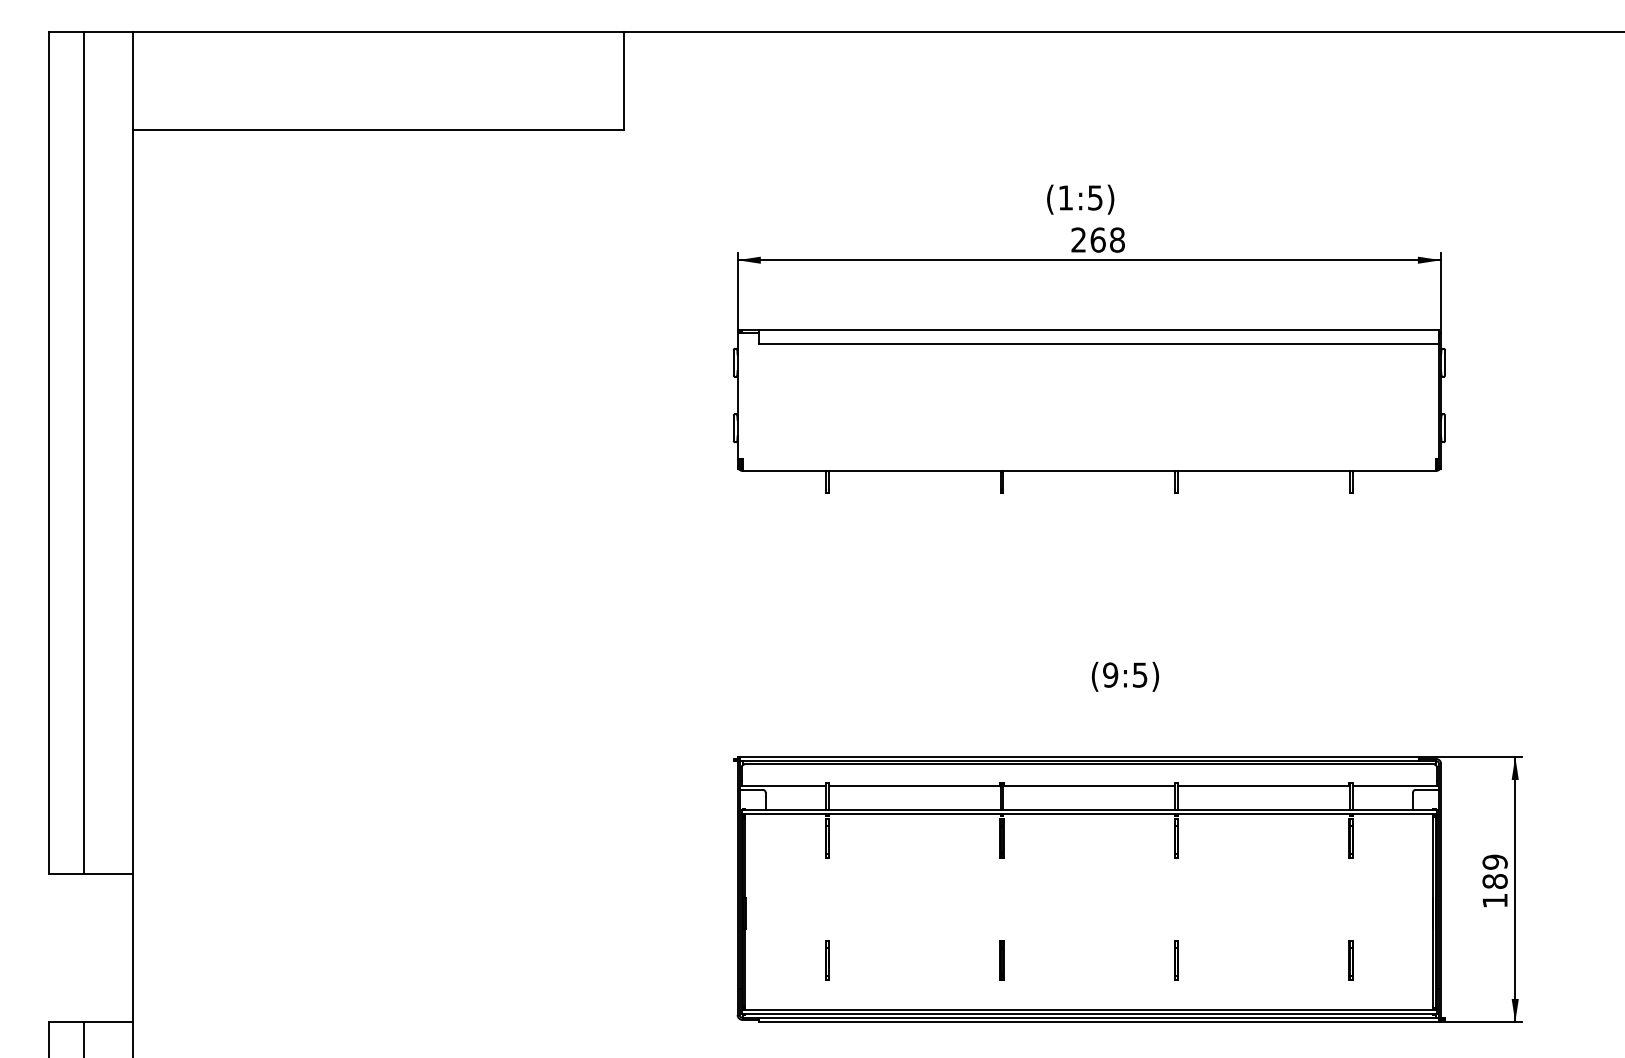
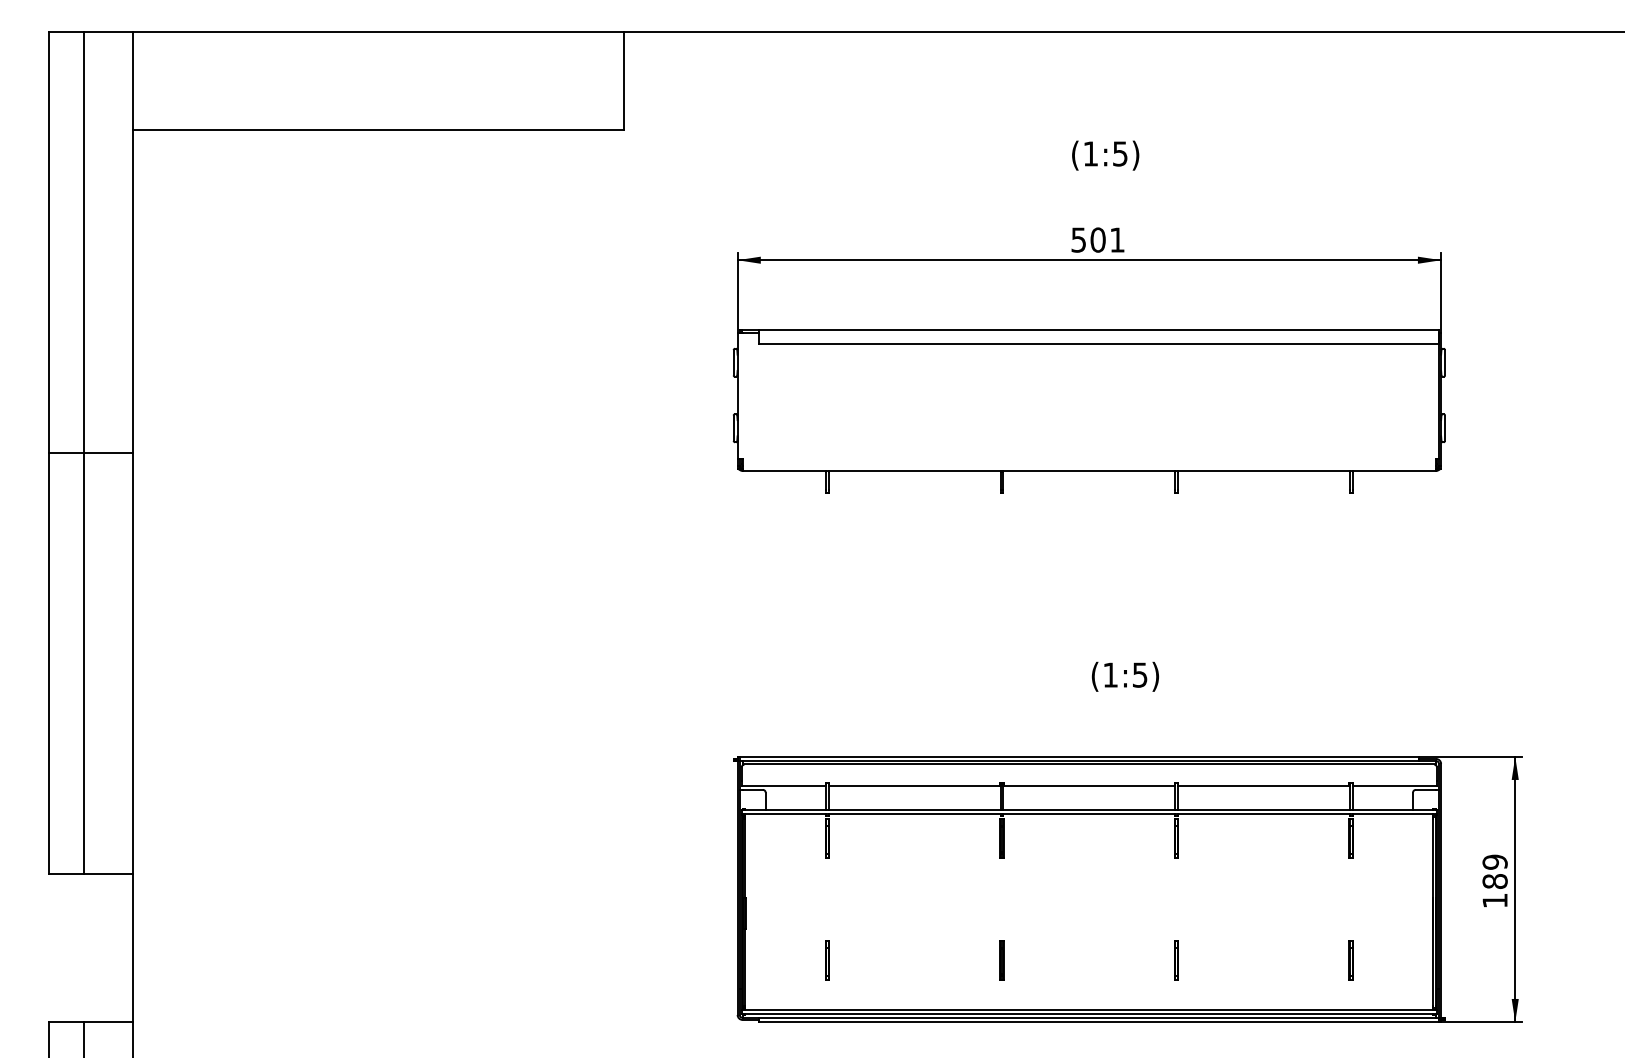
text at (1080, 199) position: (1080, 199) -> (1105, 155)
text at (1097, 239): 268 -> 501
line at (90, 453): none -> present
text at (1110, 674): (9:5) -> (1:5)
